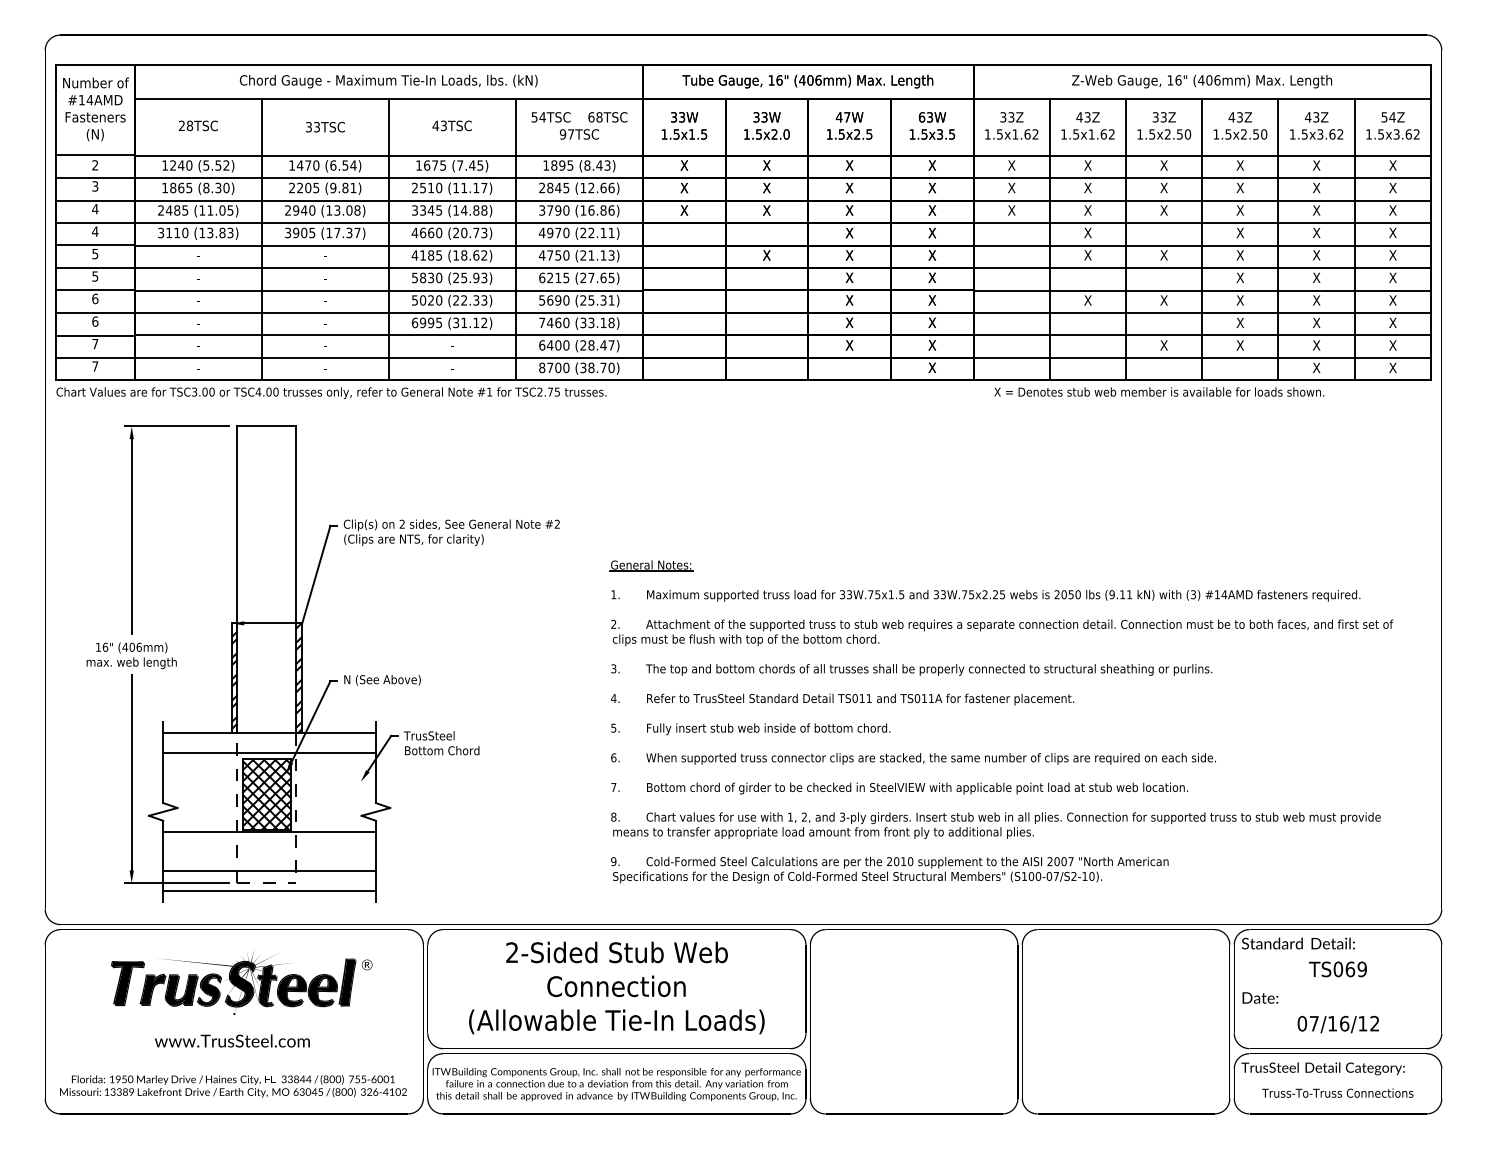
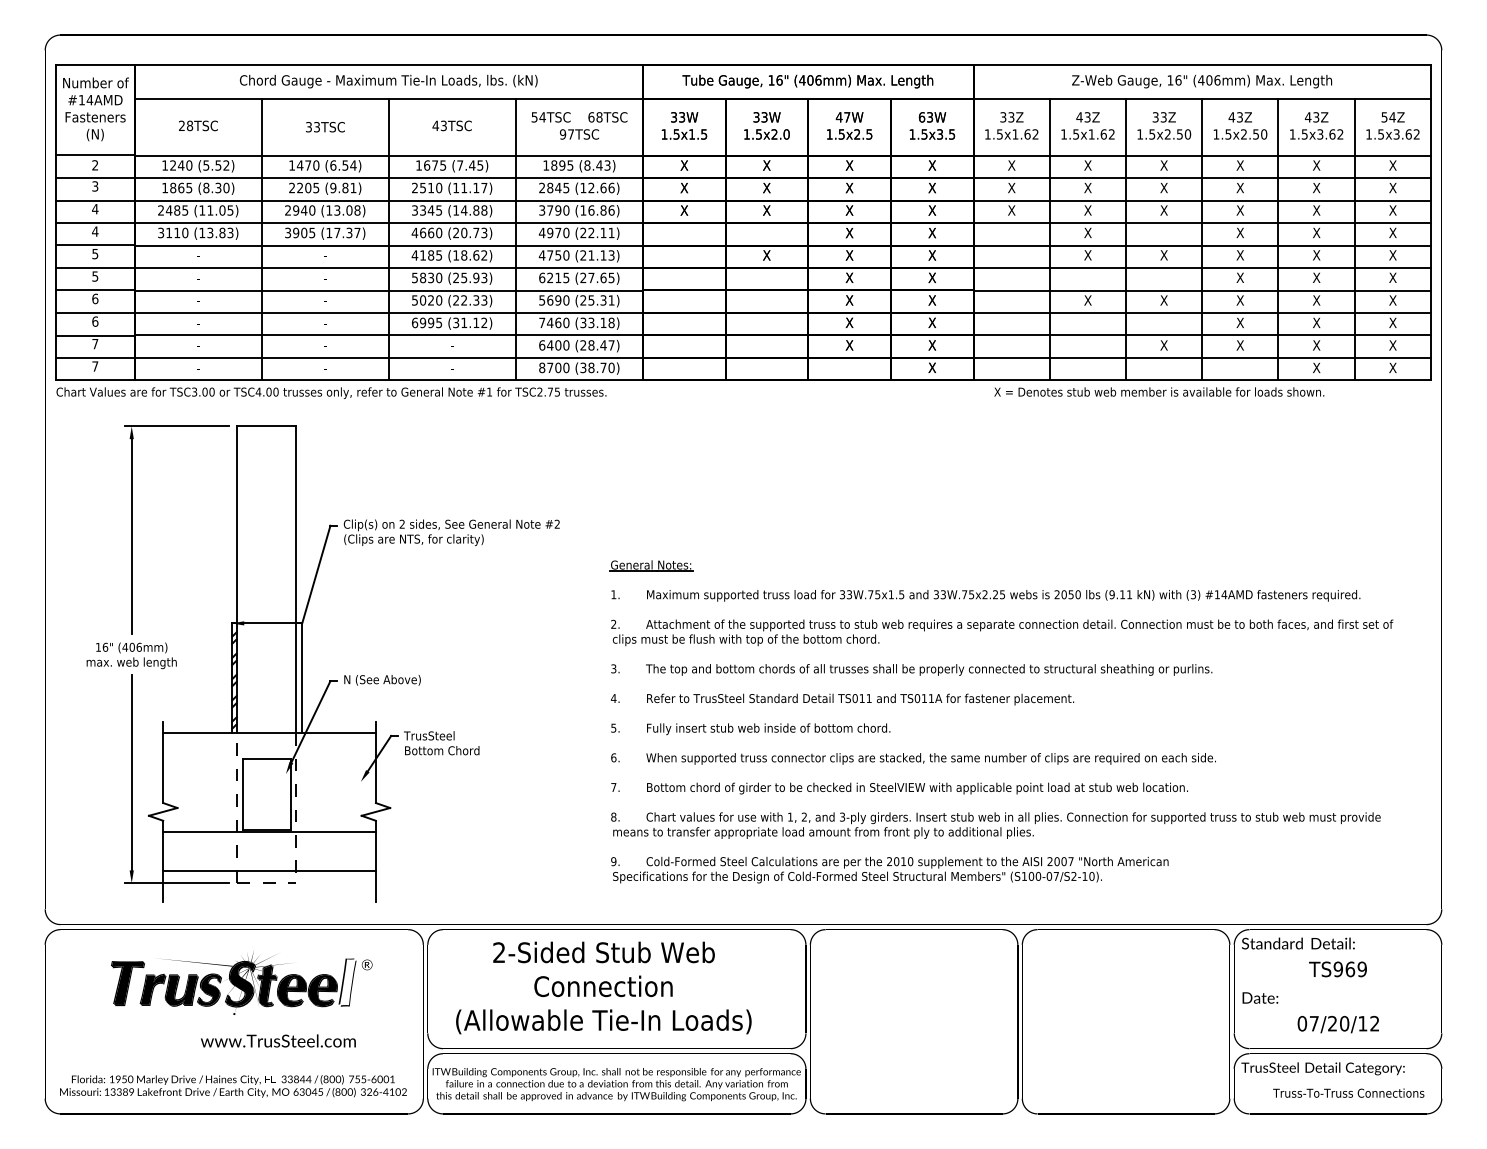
hatch at (299, 678): present -> none
line at (269, 752): present -> none
hatch at (266, 794): present -> none
line at (269, 890): present -> none
text at (1337, 969): TS069 -> TS969
fill at (347, 982): present -> none
text at (616, 987) position: (616, 987) -> (603, 987)
text at (1338, 1023): 07/16/12 -> 07/20/12
text at (232, 1040) position: (232, 1040) -> (278, 1040)
text at (1337, 1092) position: (1337, 1092) -> (1348, 1092)
